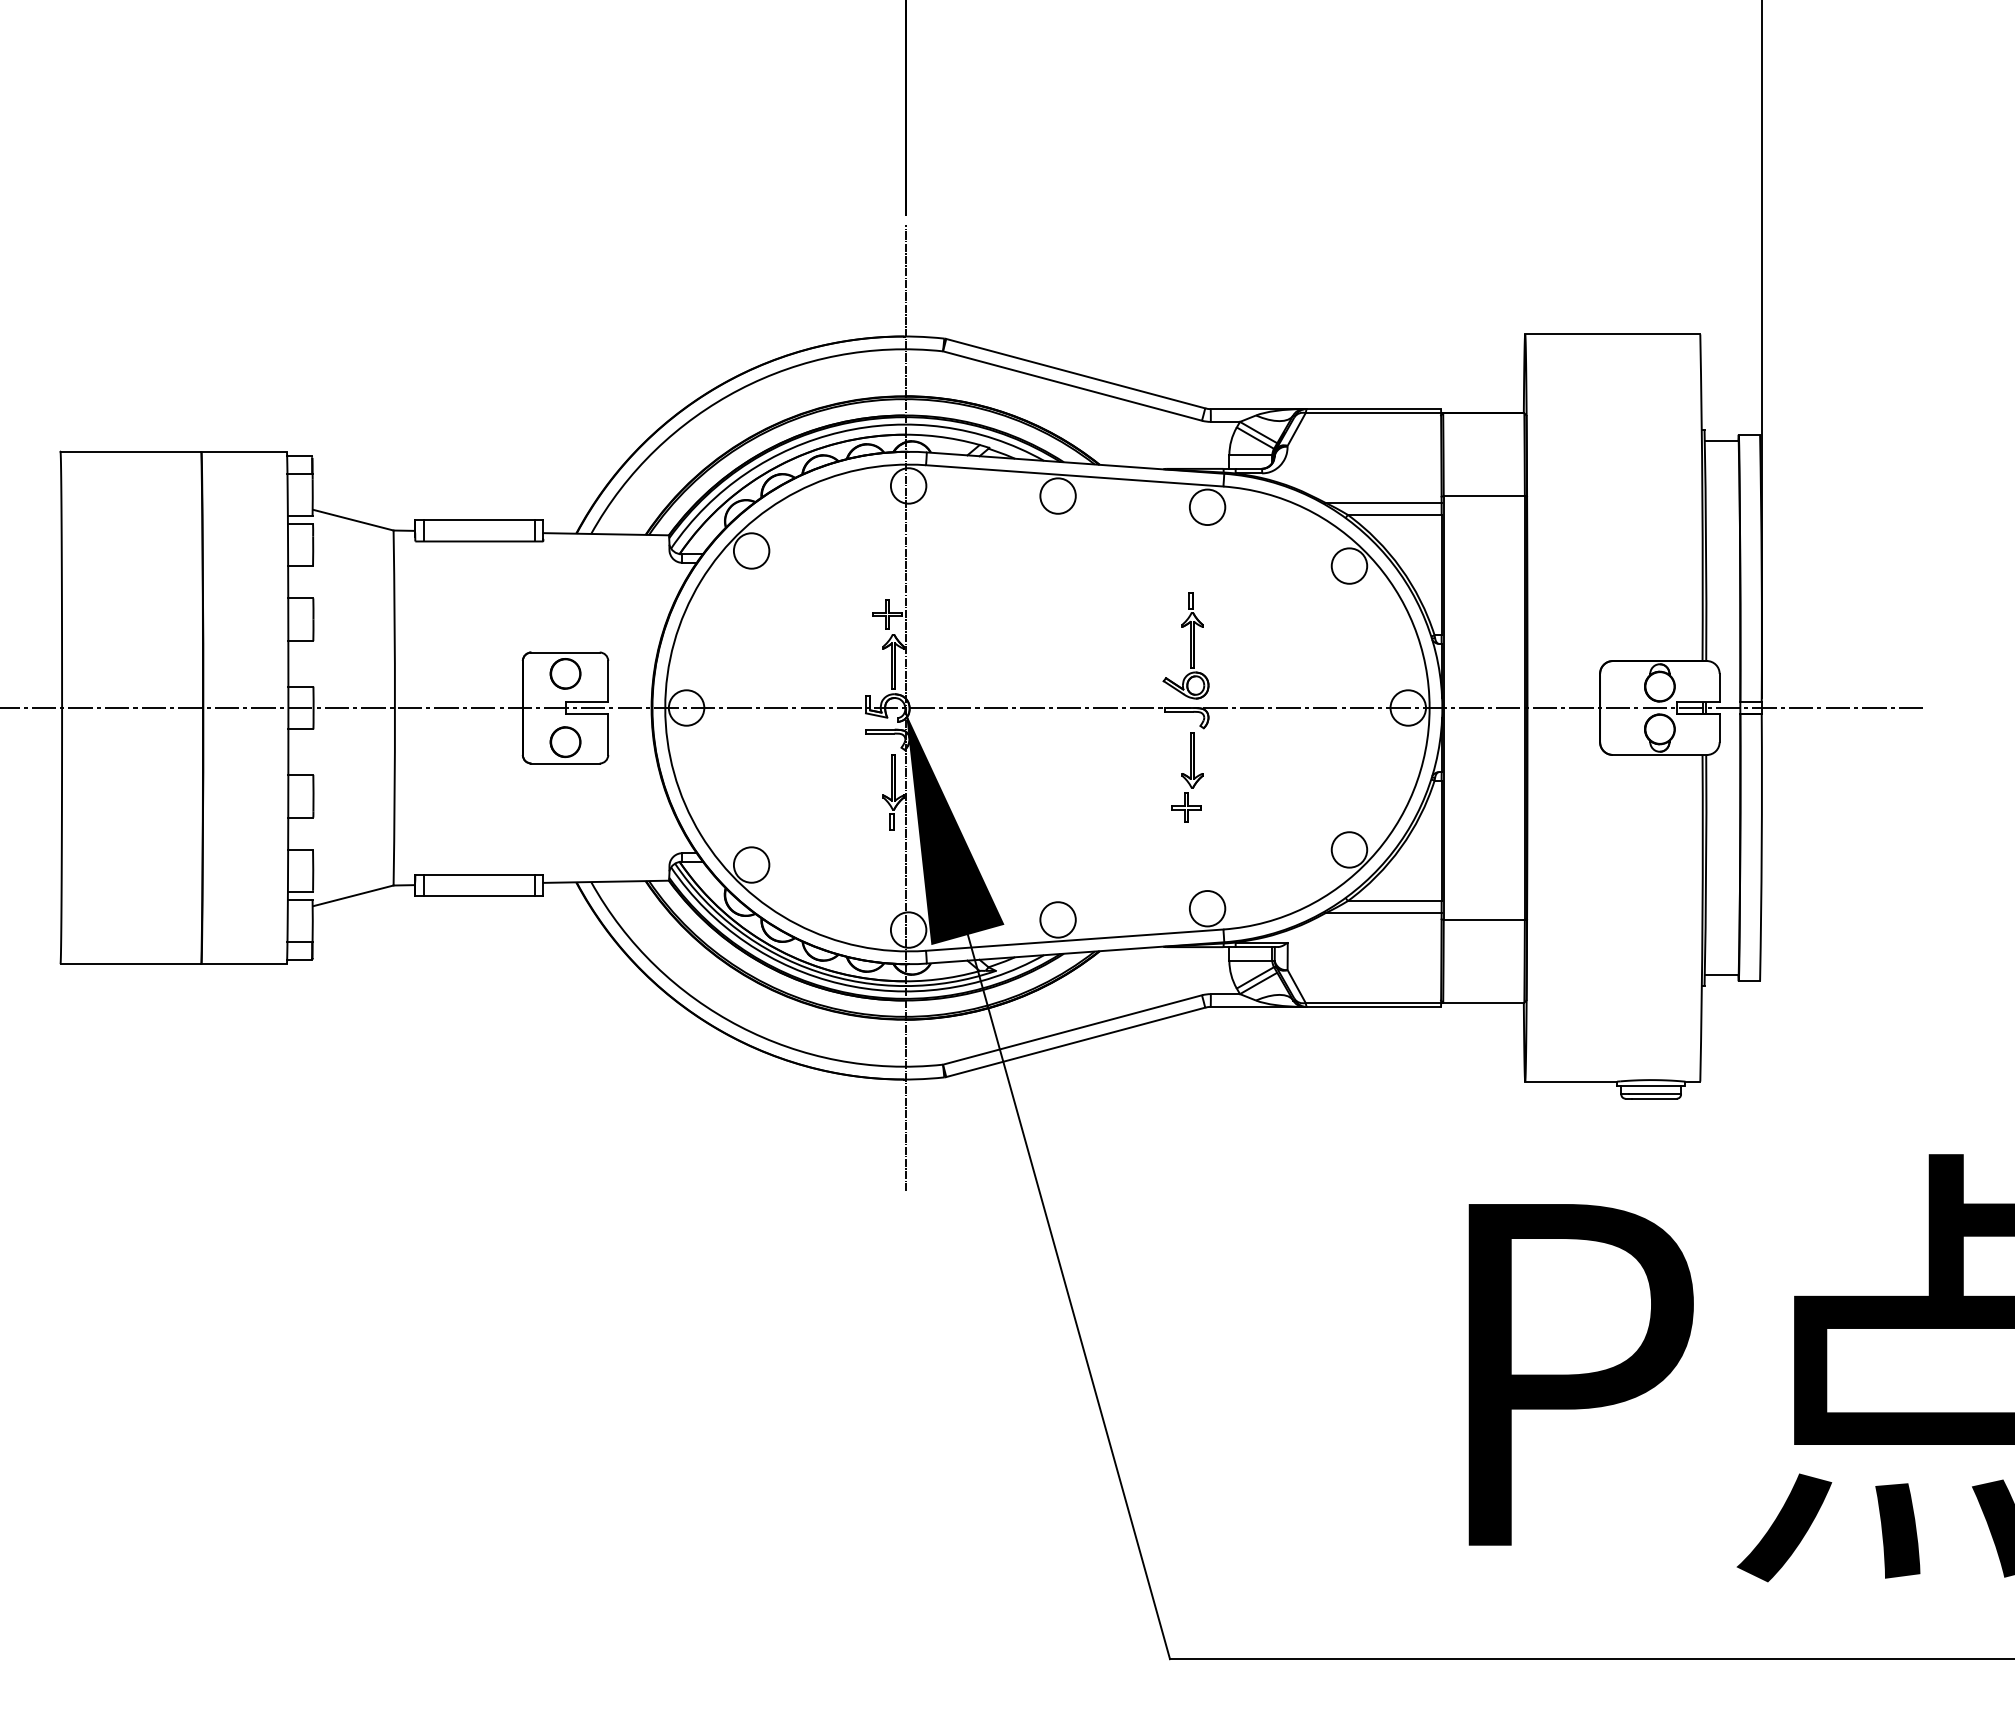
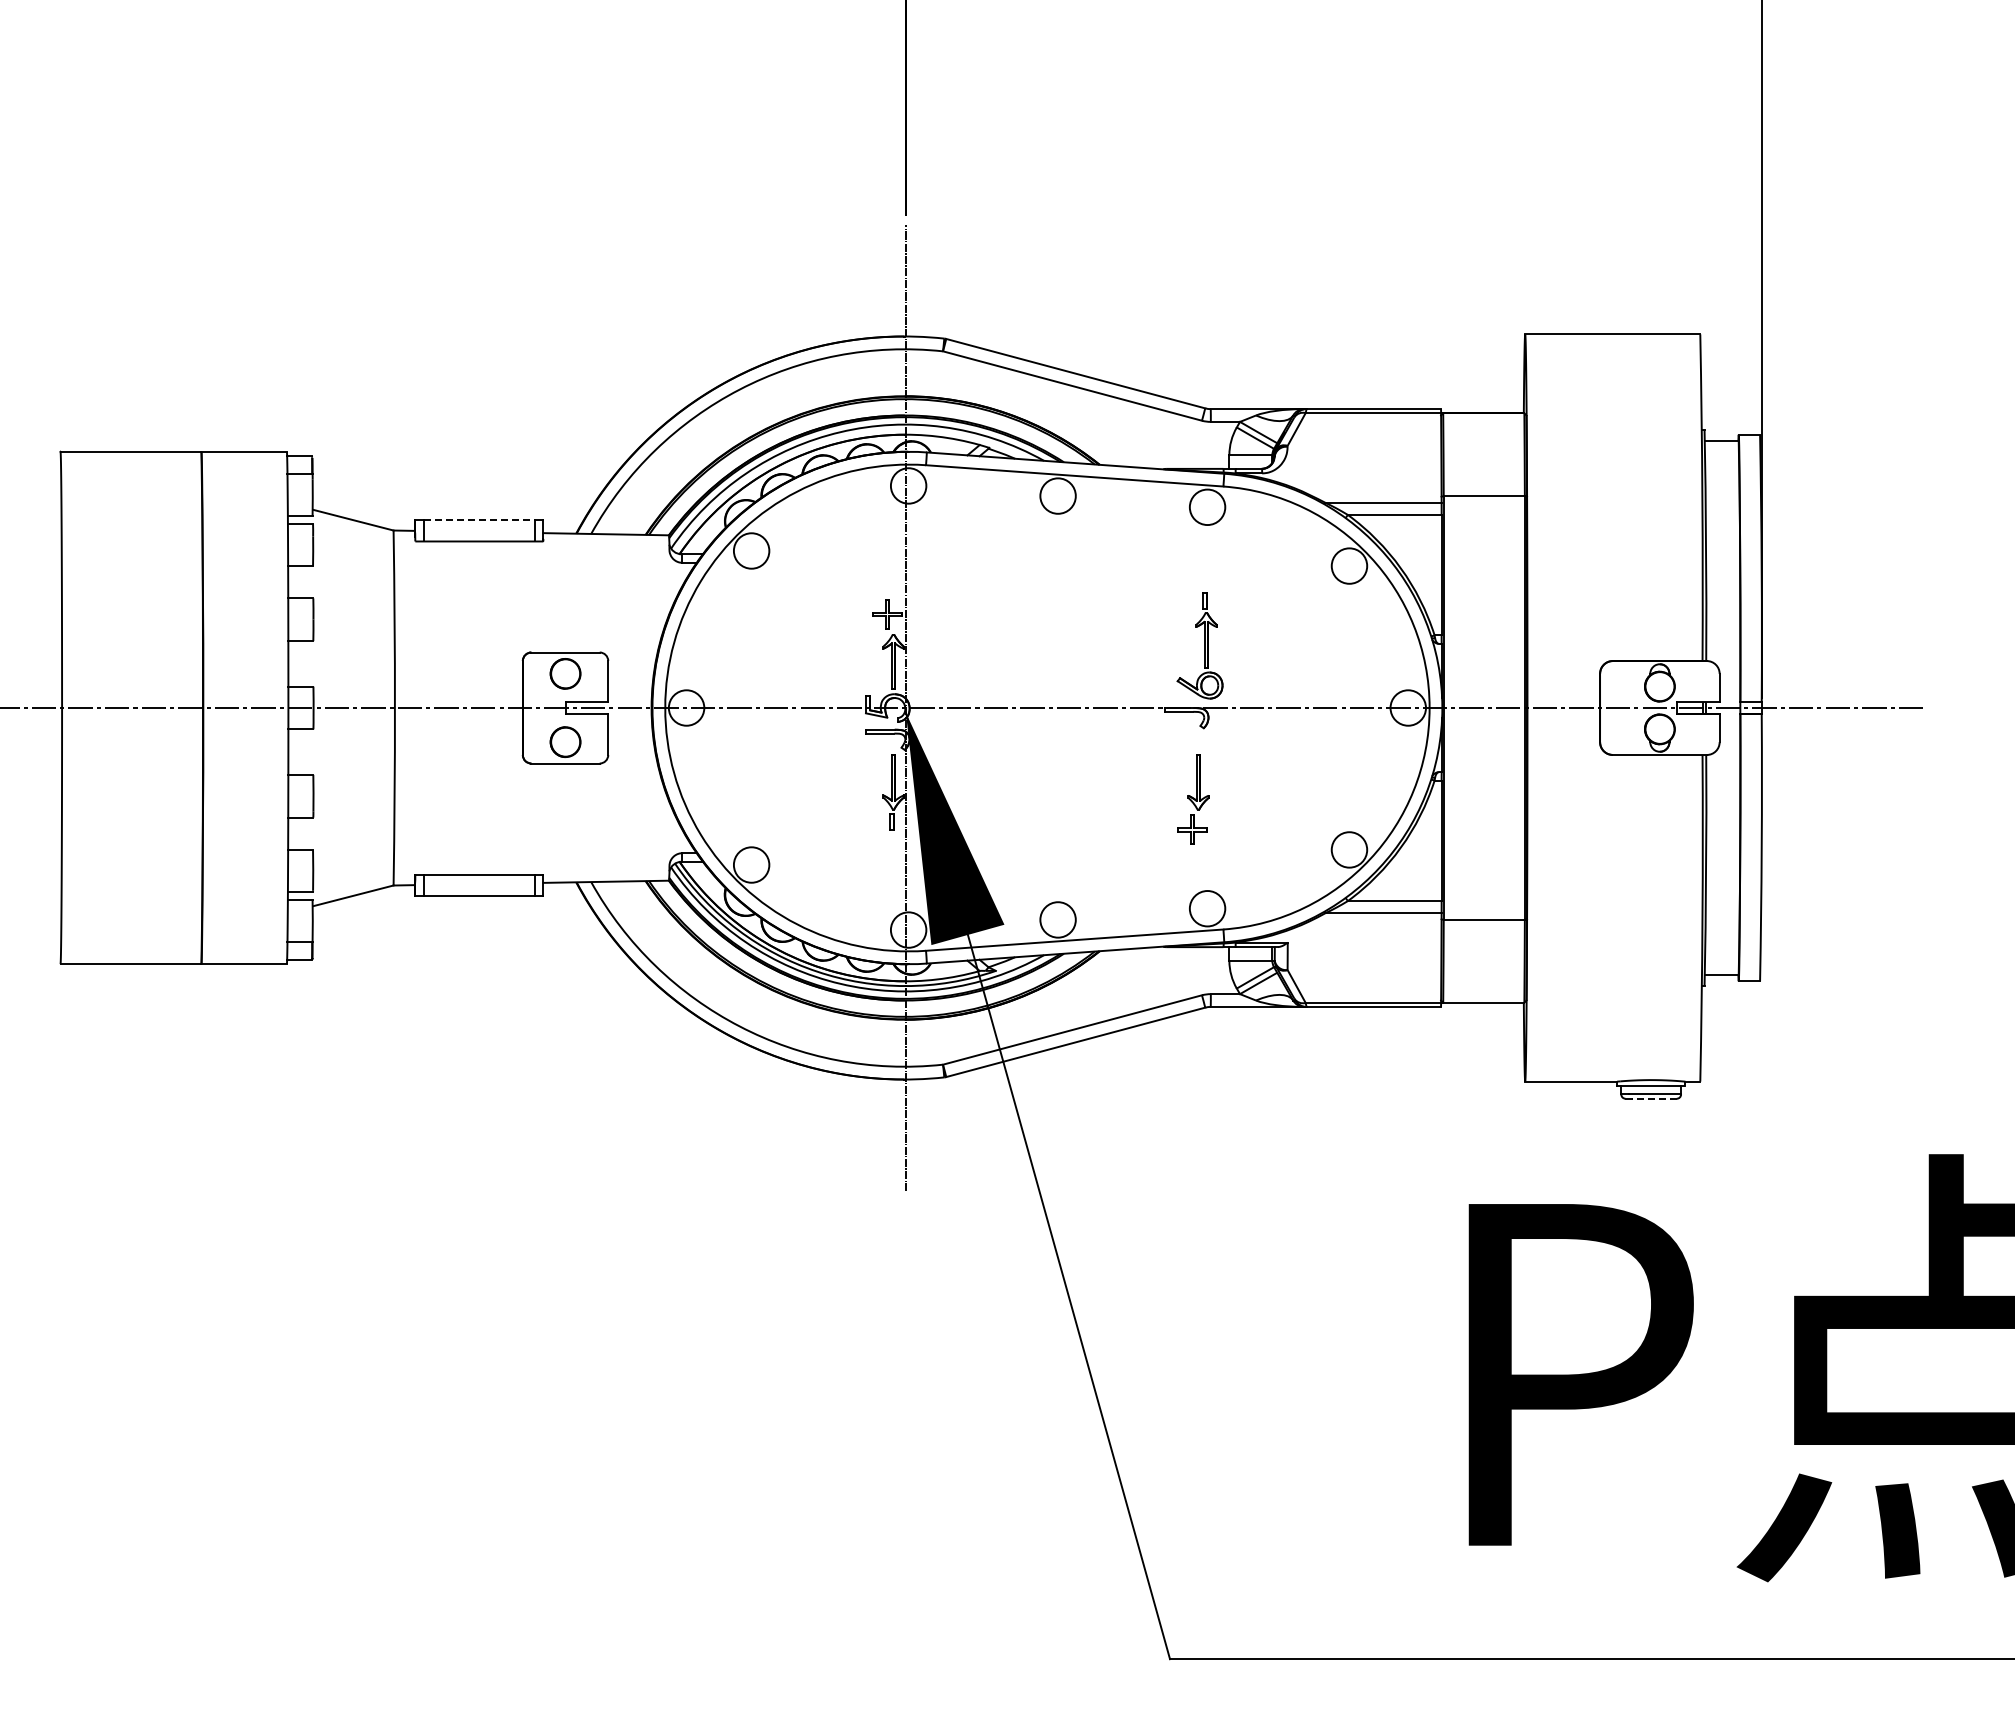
line at (479, 520): solid -> dashed
part at (1185, 645) position: (1185, 645) -> (1199, 645)
part at (1187, 777) position: (1187, 777) -> (1193, 799)
line at (1653, 1098): solid -> dashed
